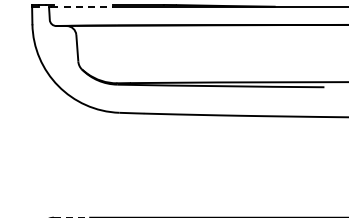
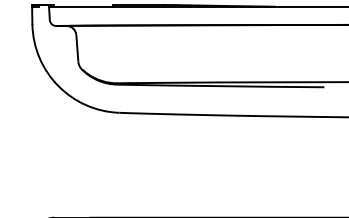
line at (82, 6): dashed -> solid
line at (71, 217): dashed -> solid
